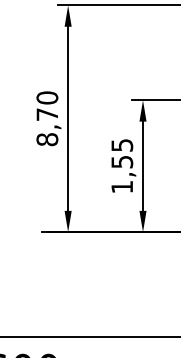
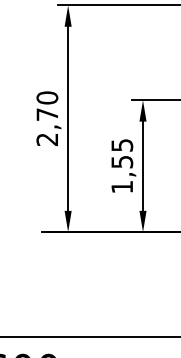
text at (47, 139): 8,70 -> 2,70
